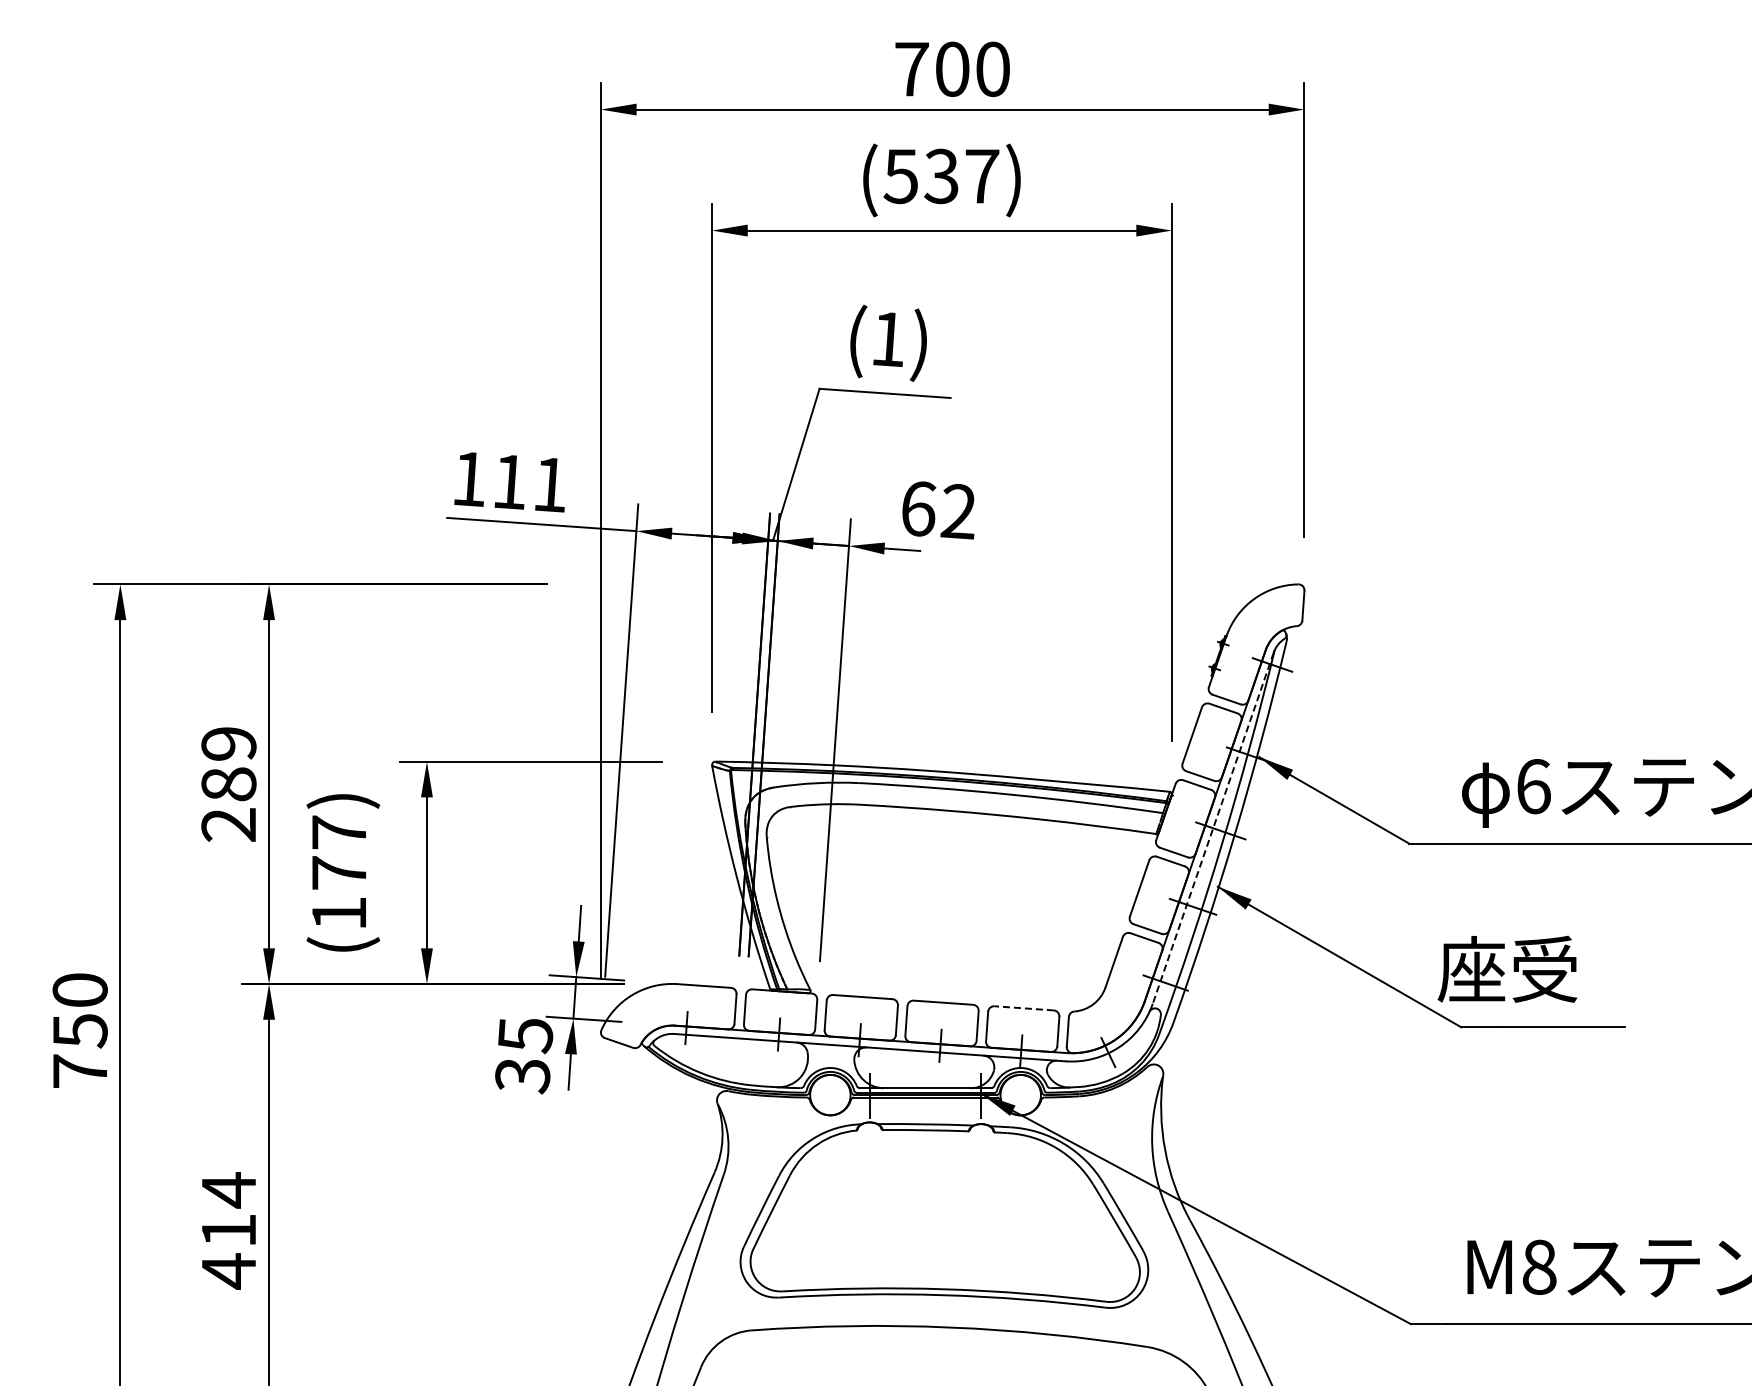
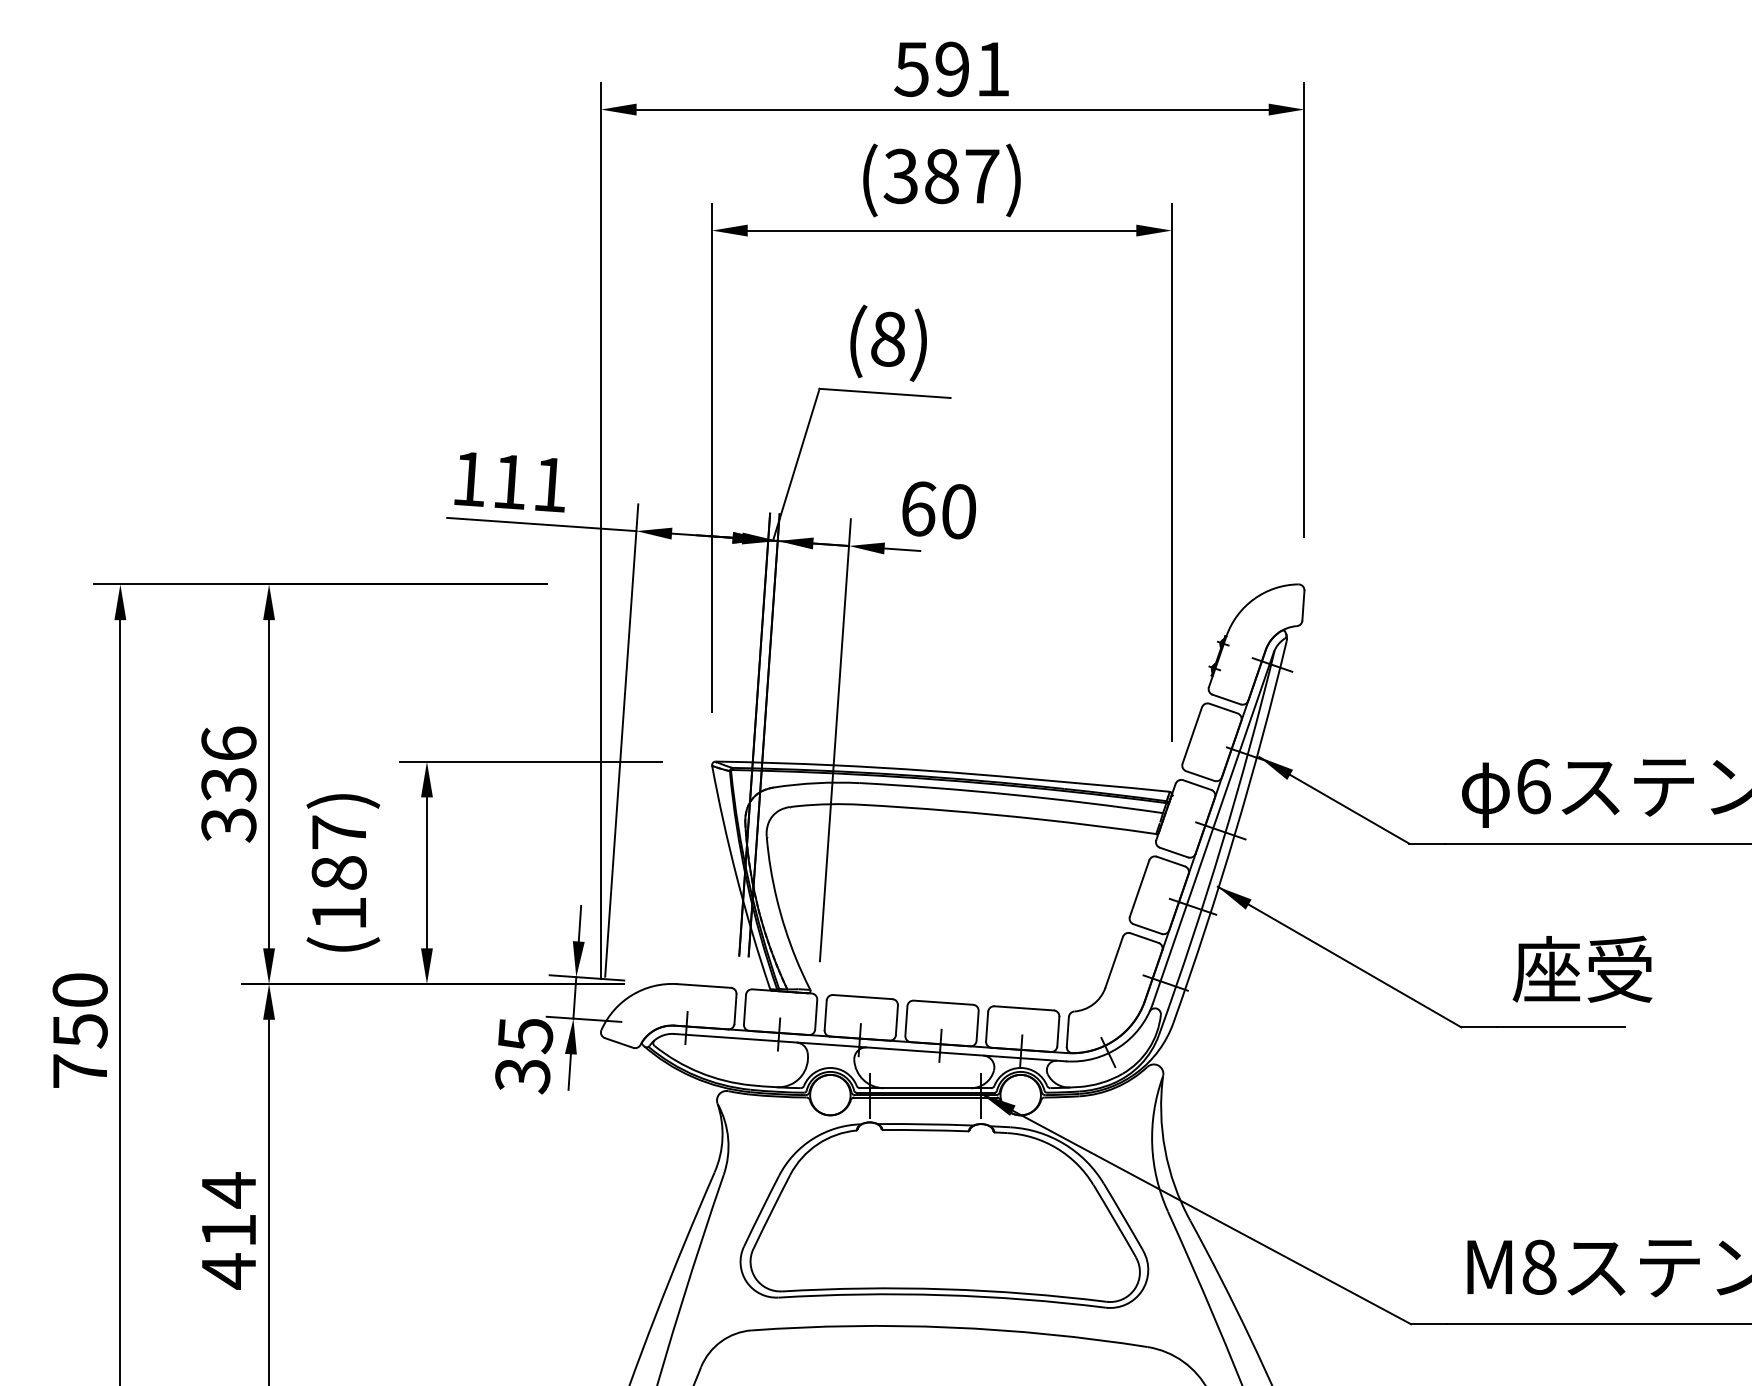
text at (951, 68): 700 -> 591
text at (920, 176): (537) -> (387)
text at (887, 338): (1) -> (8)
text at (958, 511): 62 -> 60
text at (228, 784): 289 -> 336
line at (1213, 828): dashed -> solid
text at (338, 872): (177) -> (187)
text at (1507, 968) position: (1507, 968) -> (1582, 968)
line at (1024, 1008): dashed -> solid
